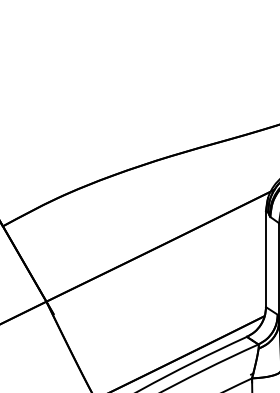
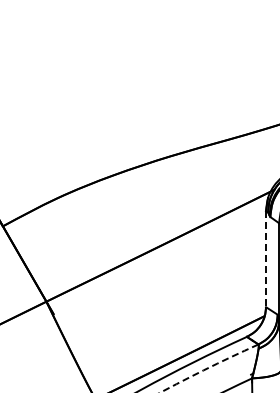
line at (266, 259): solid -> dashed
arc at (207, 368): solid -> dashed
